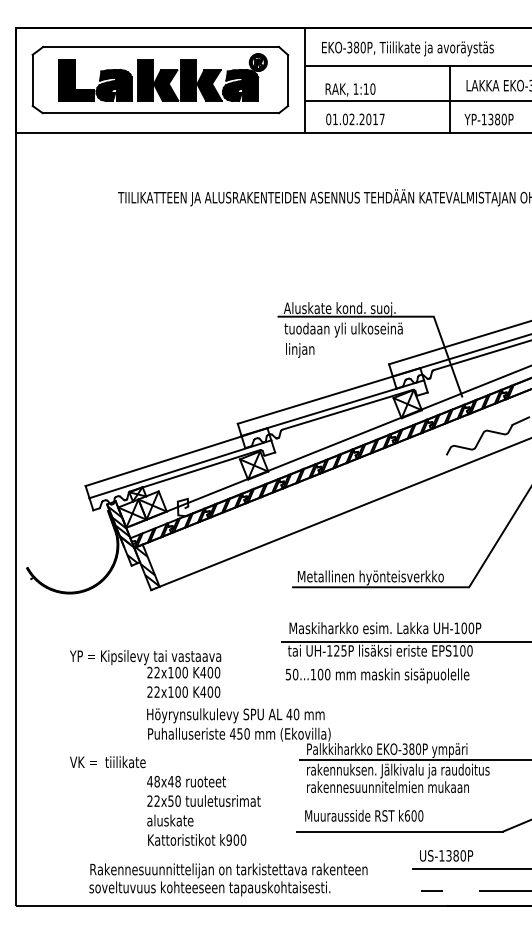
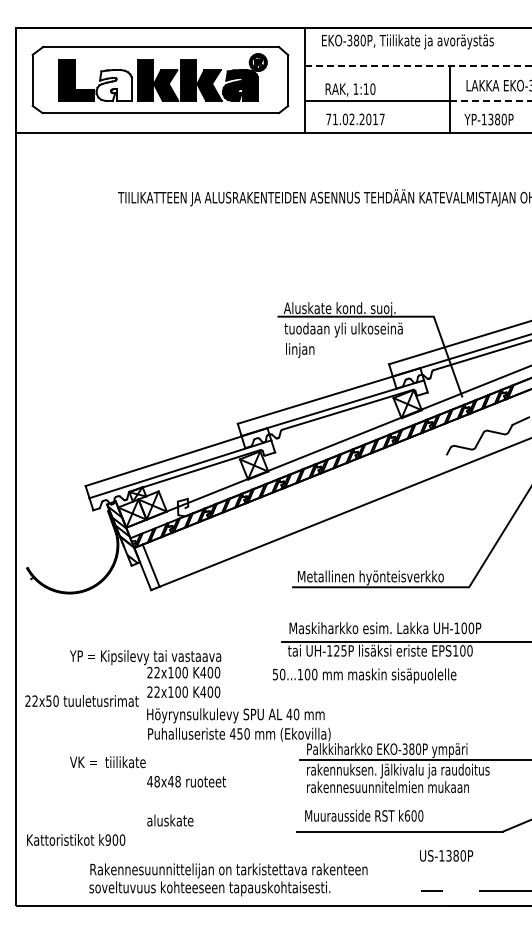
text at (407, 48) position: (407, 48) -> (407, 41)
line at (419, 65): solid -> dashed
fill at (113, 84): present -> none
line at (490, 100): solid -> dashed
text at (328, 119): 01.02.2017 -> 71.02.2017
hatch at (147, 565): present -> none
text at (377, 675) position: (377, 675) -> (364, 675)
text at (203, 800) position: (203, 800) -> (81, 700)
text at (197, 839) position: (197, 839) -> (76, 839)
line at (470, 868): present -> none
